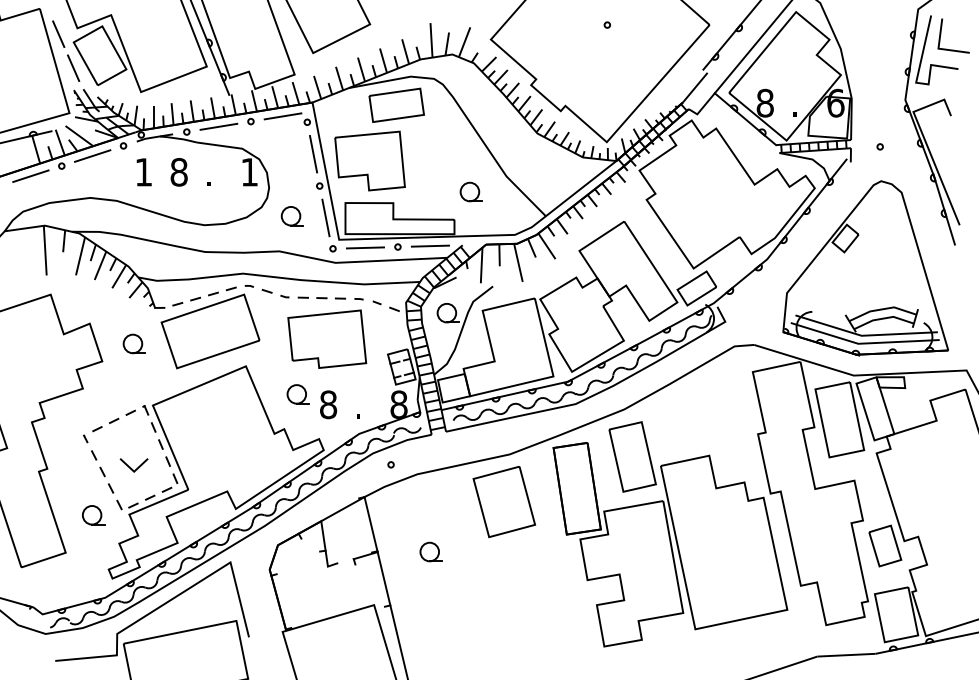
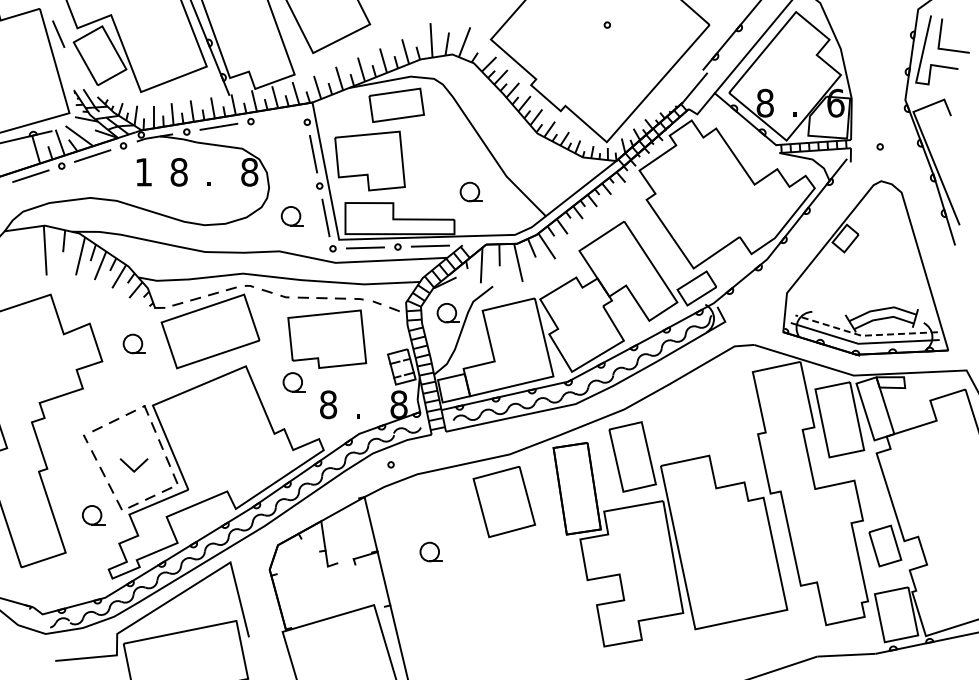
line at (73, 68): present -> none
line at (282, 116): present -> none
text at (249, 172): 1 -> 8
line at (864, 335): solid -> dashed
part at (297, 394) position: (297, 394) -> (293, 382)
